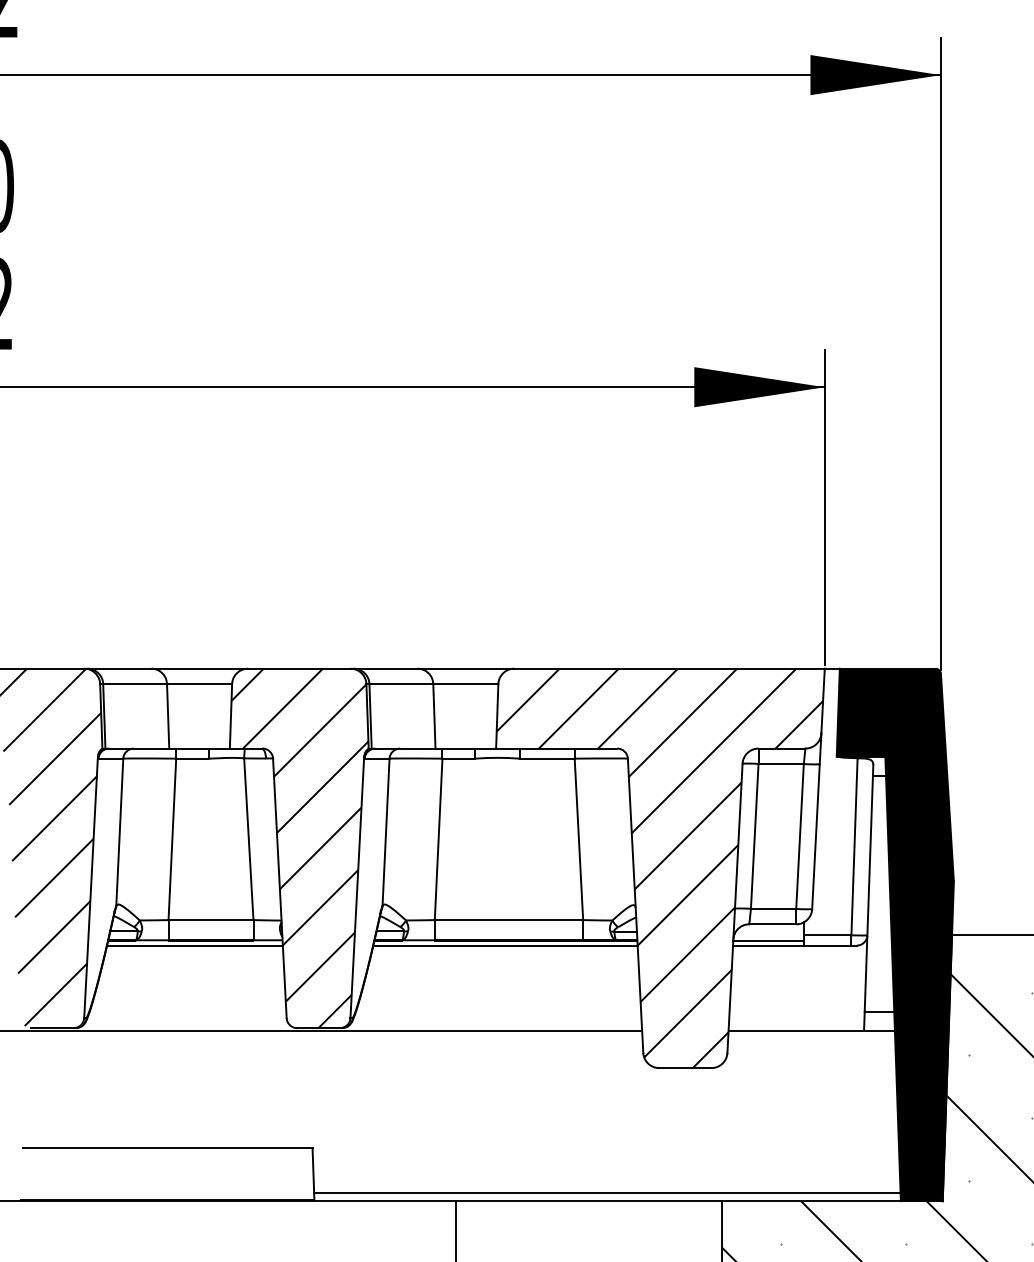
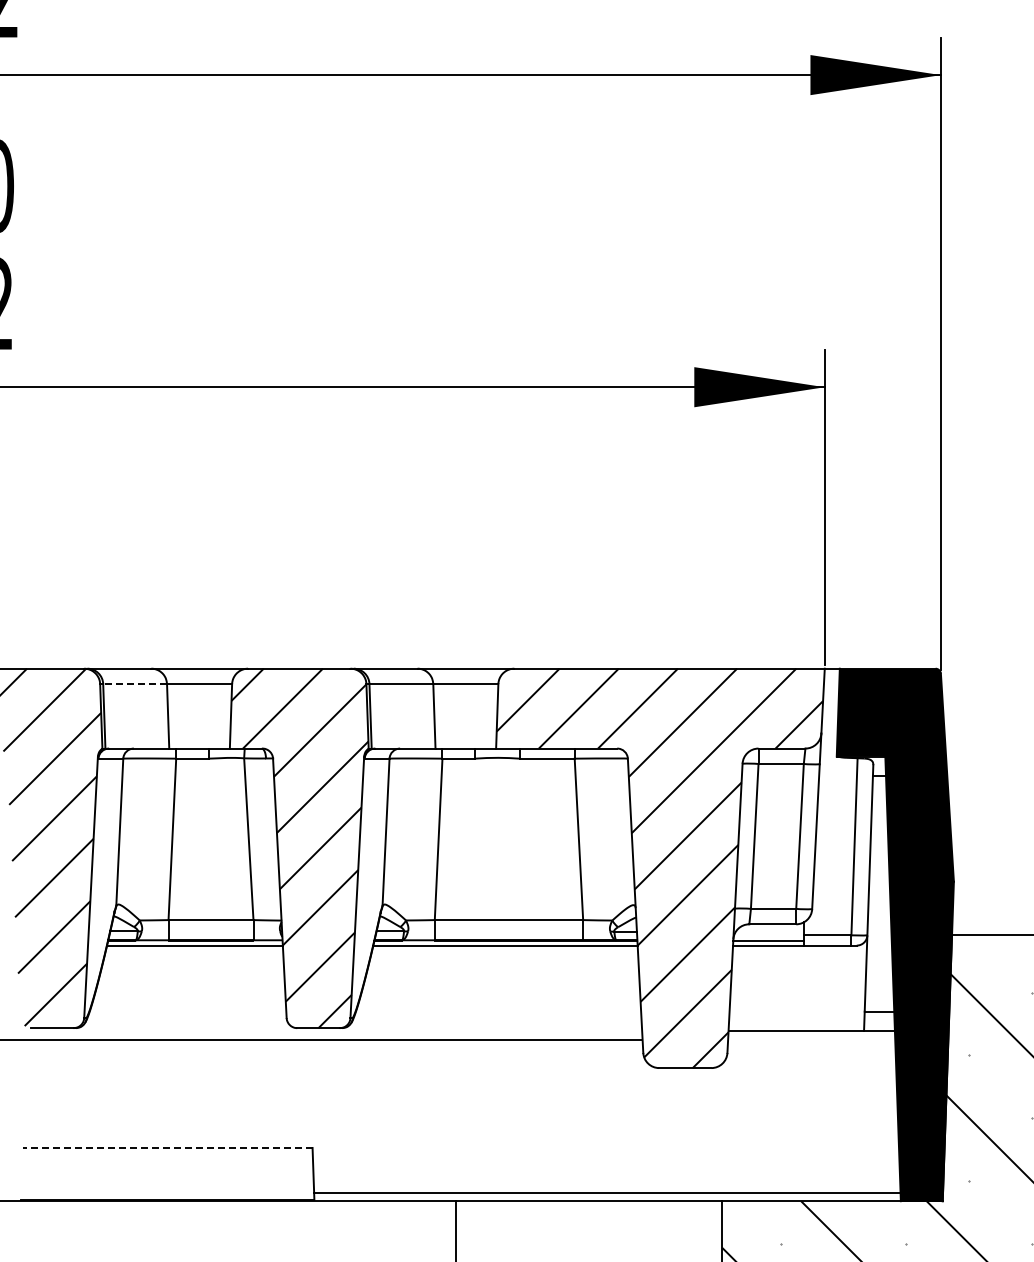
line at (135, 684): solid -> dashed
line at (322, 1030) position: (322, 1030) -> (322, 1039)
line at (167, 1147): solid -> dashed
